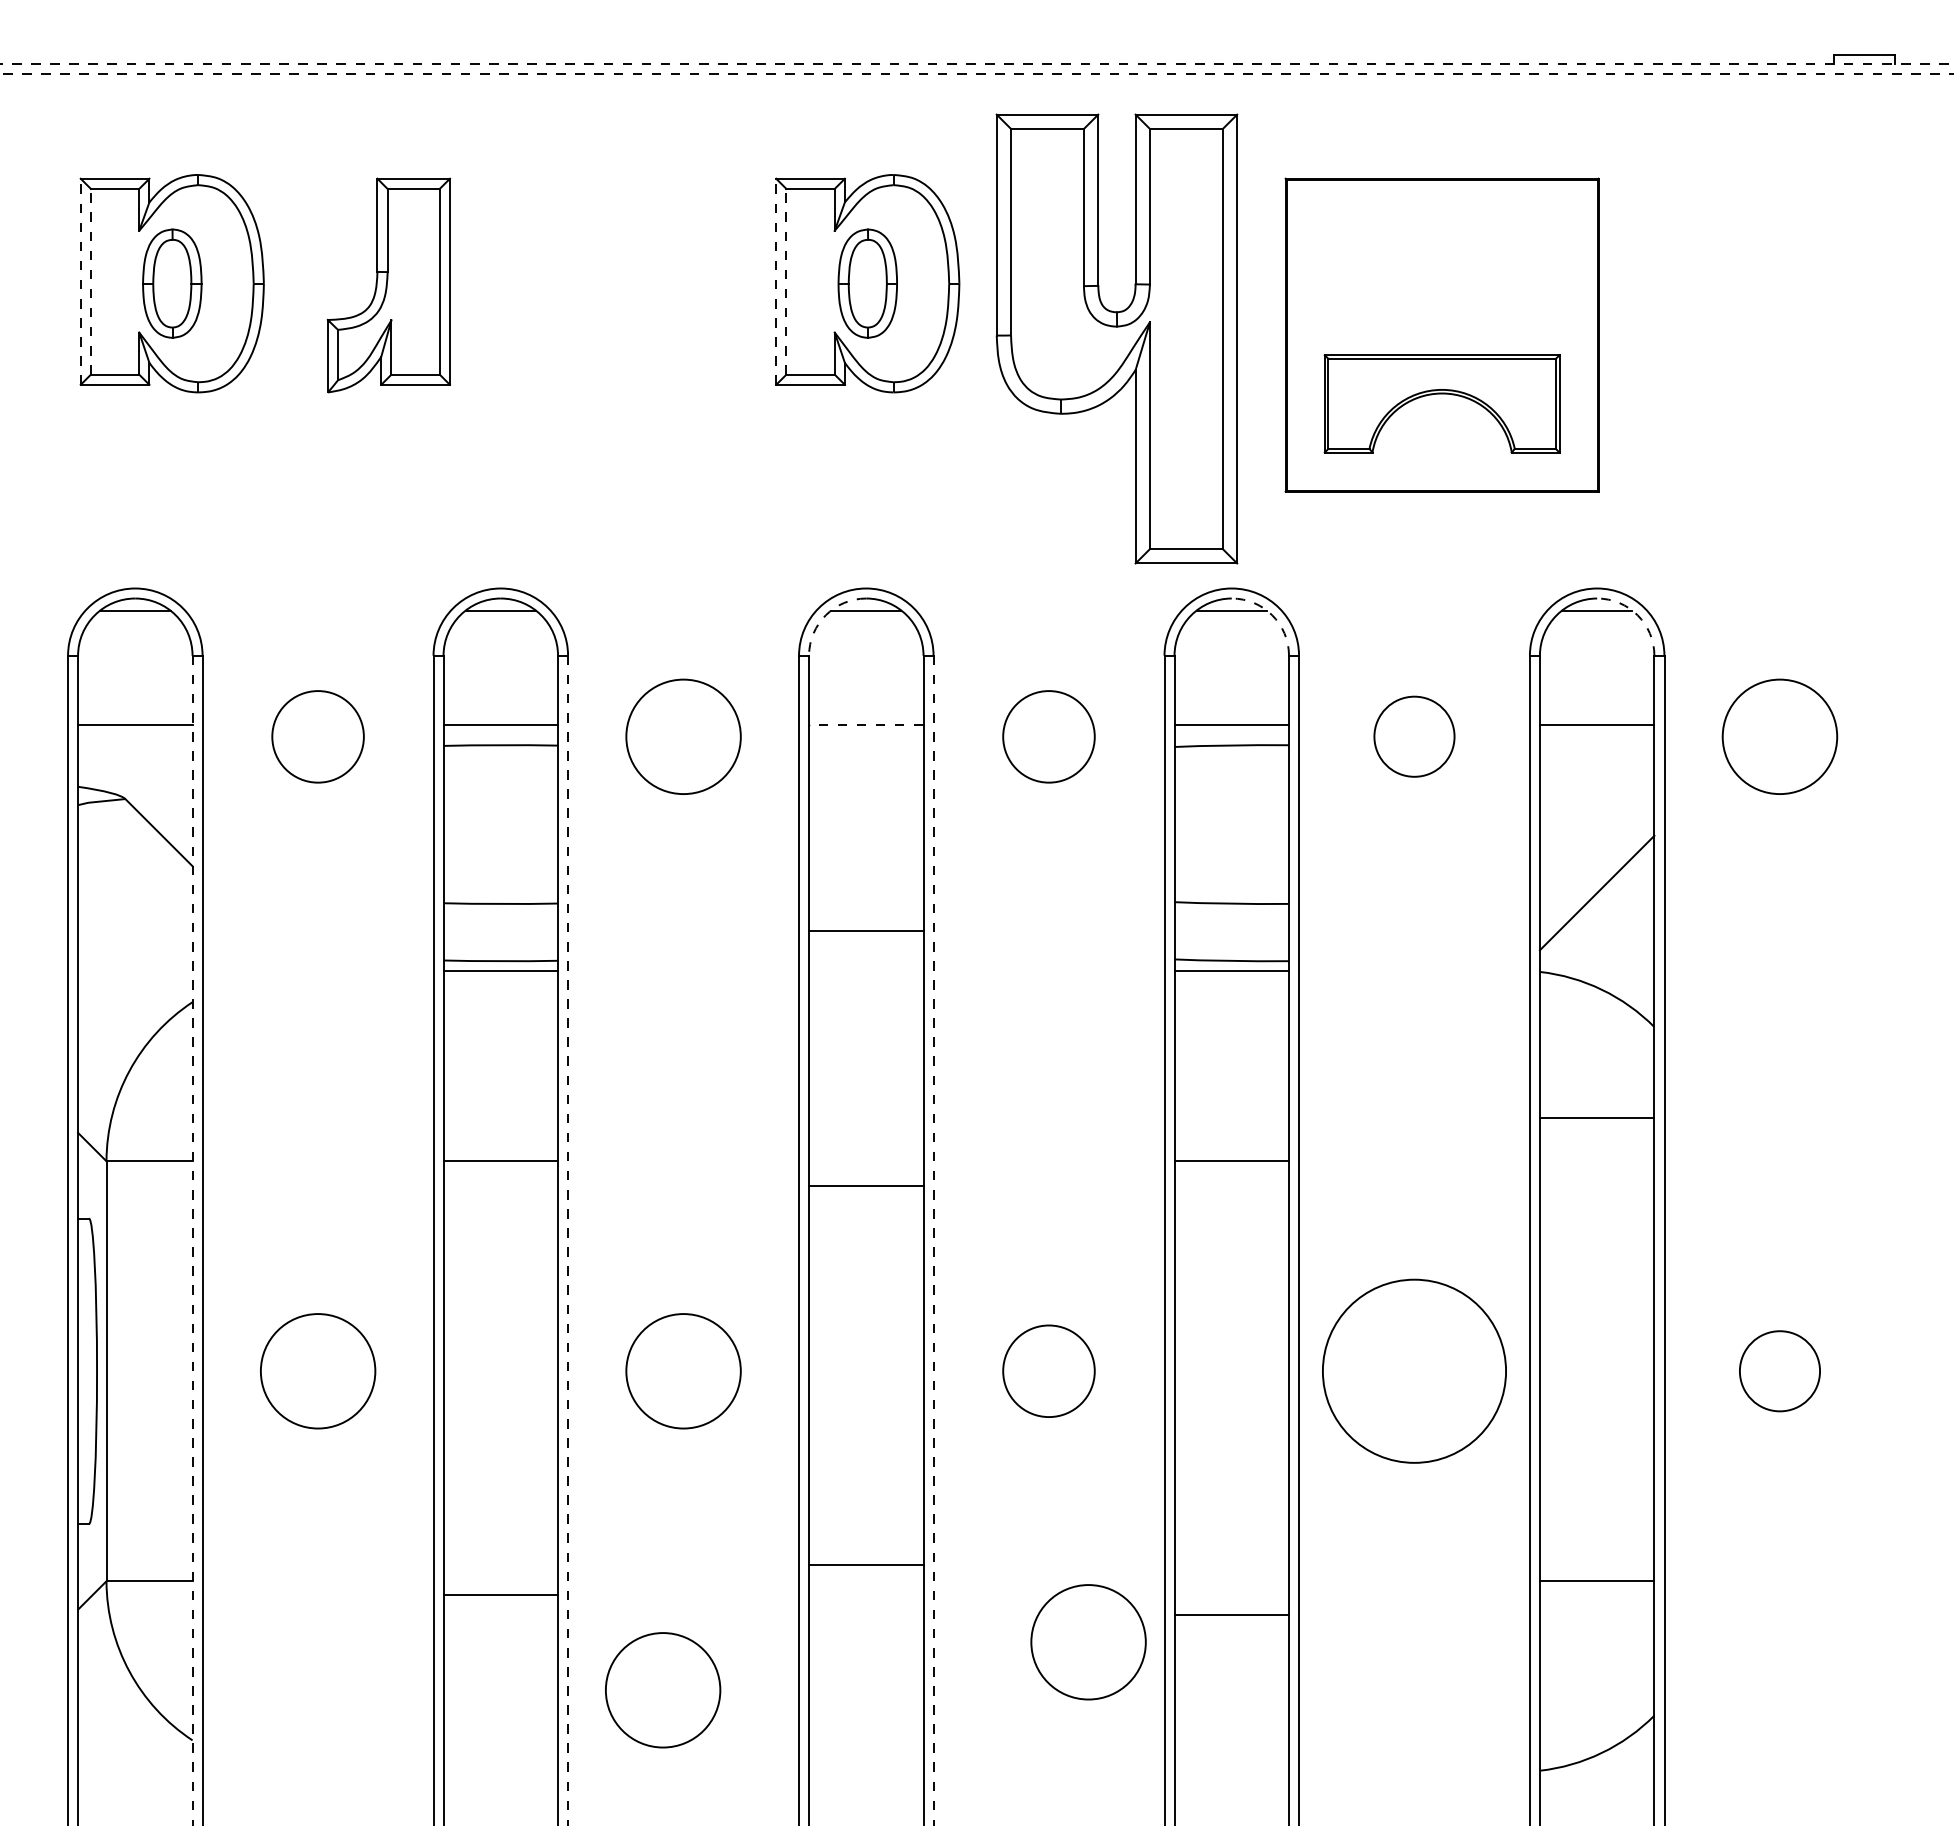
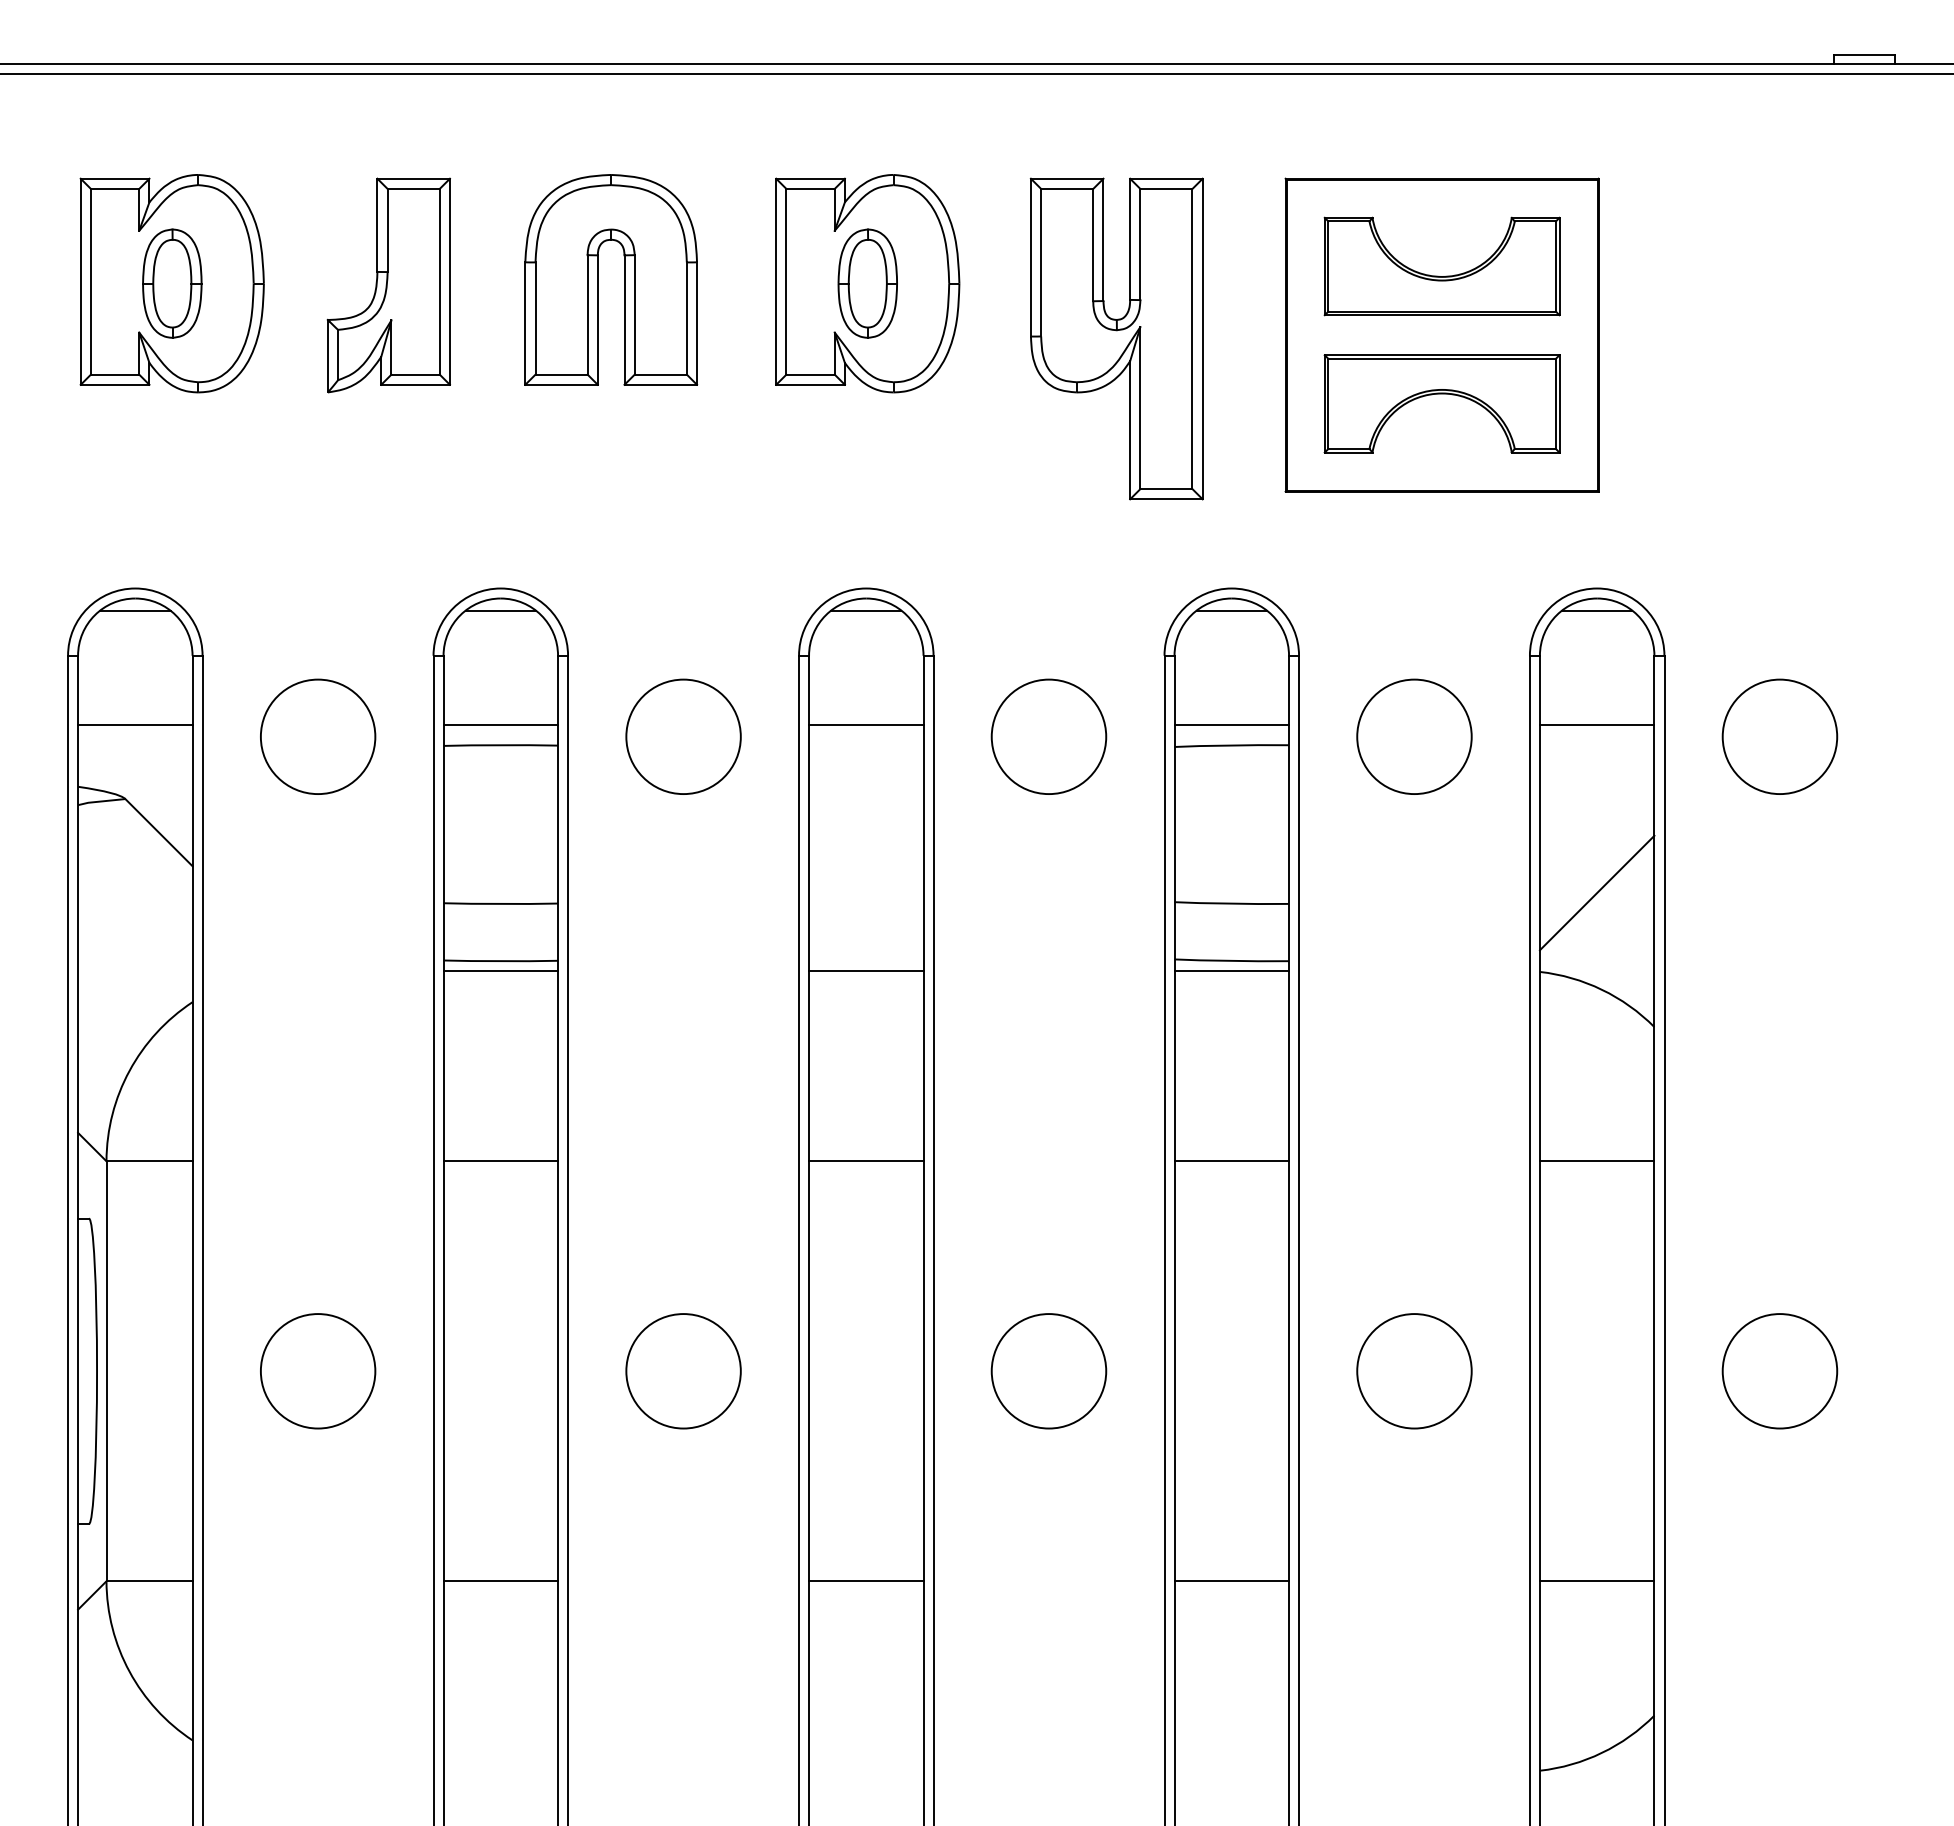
line at (976, 64): dashed -> solid
line at (977, 74): dashed -> solid
part at (1438, 275): none -> present
part at (598, 279): none -> present
line at (80, 281): dashed -> solid
line at (90, 281): dashed -> solid
line at (776, 281): dashed -> solid
line at (786, 281): dashed -> solid
part at (1116, 338) size: 244x452 px -> 175x324 px
arc at (825, 615): dashed -> solid
arc at (1272, 615): dashed -> solid
arc at (1637, 615): dashed -> solid
line at (865, 724): dashed -> solid
circle at (317, 736) diameter: 92 px -> 114 px
circle at (1048, 736) diameter: 92 px -> 114 px
circle at (1414, 736) size: 83x83 px -> 117x117 px
line at (866, 930) position: (866, 930) -> (866, 970)
line at (1596, 1118) position: (1596, 1118) -> (1596, 1161)
line at (866, 1186) position: (866, 1186) -> (866, 1161)
line at (192, 1241): dashed -> solid
line at (568, 1241): dashed -> solid
line at (933, 1241): dashed -> solid
circle at (1414, 1370) diameter: 183 px -> 114 px
circle at (1048, 1371) diameter: 92 px -> 114 px
circle at (1779, 1371) diameter: 80 px -> 114 px
line at (866, 1565) position: (866, 1565) -> (866, 1581)
line at (500, 1595) position: (500, 1595) -> (500, 1581)
line at (1231, 1615) position: (1231, 1615) -> (1231, 1581)
circle at (1088, 1642): present -> none
circle at (663, 1690): present -> none
